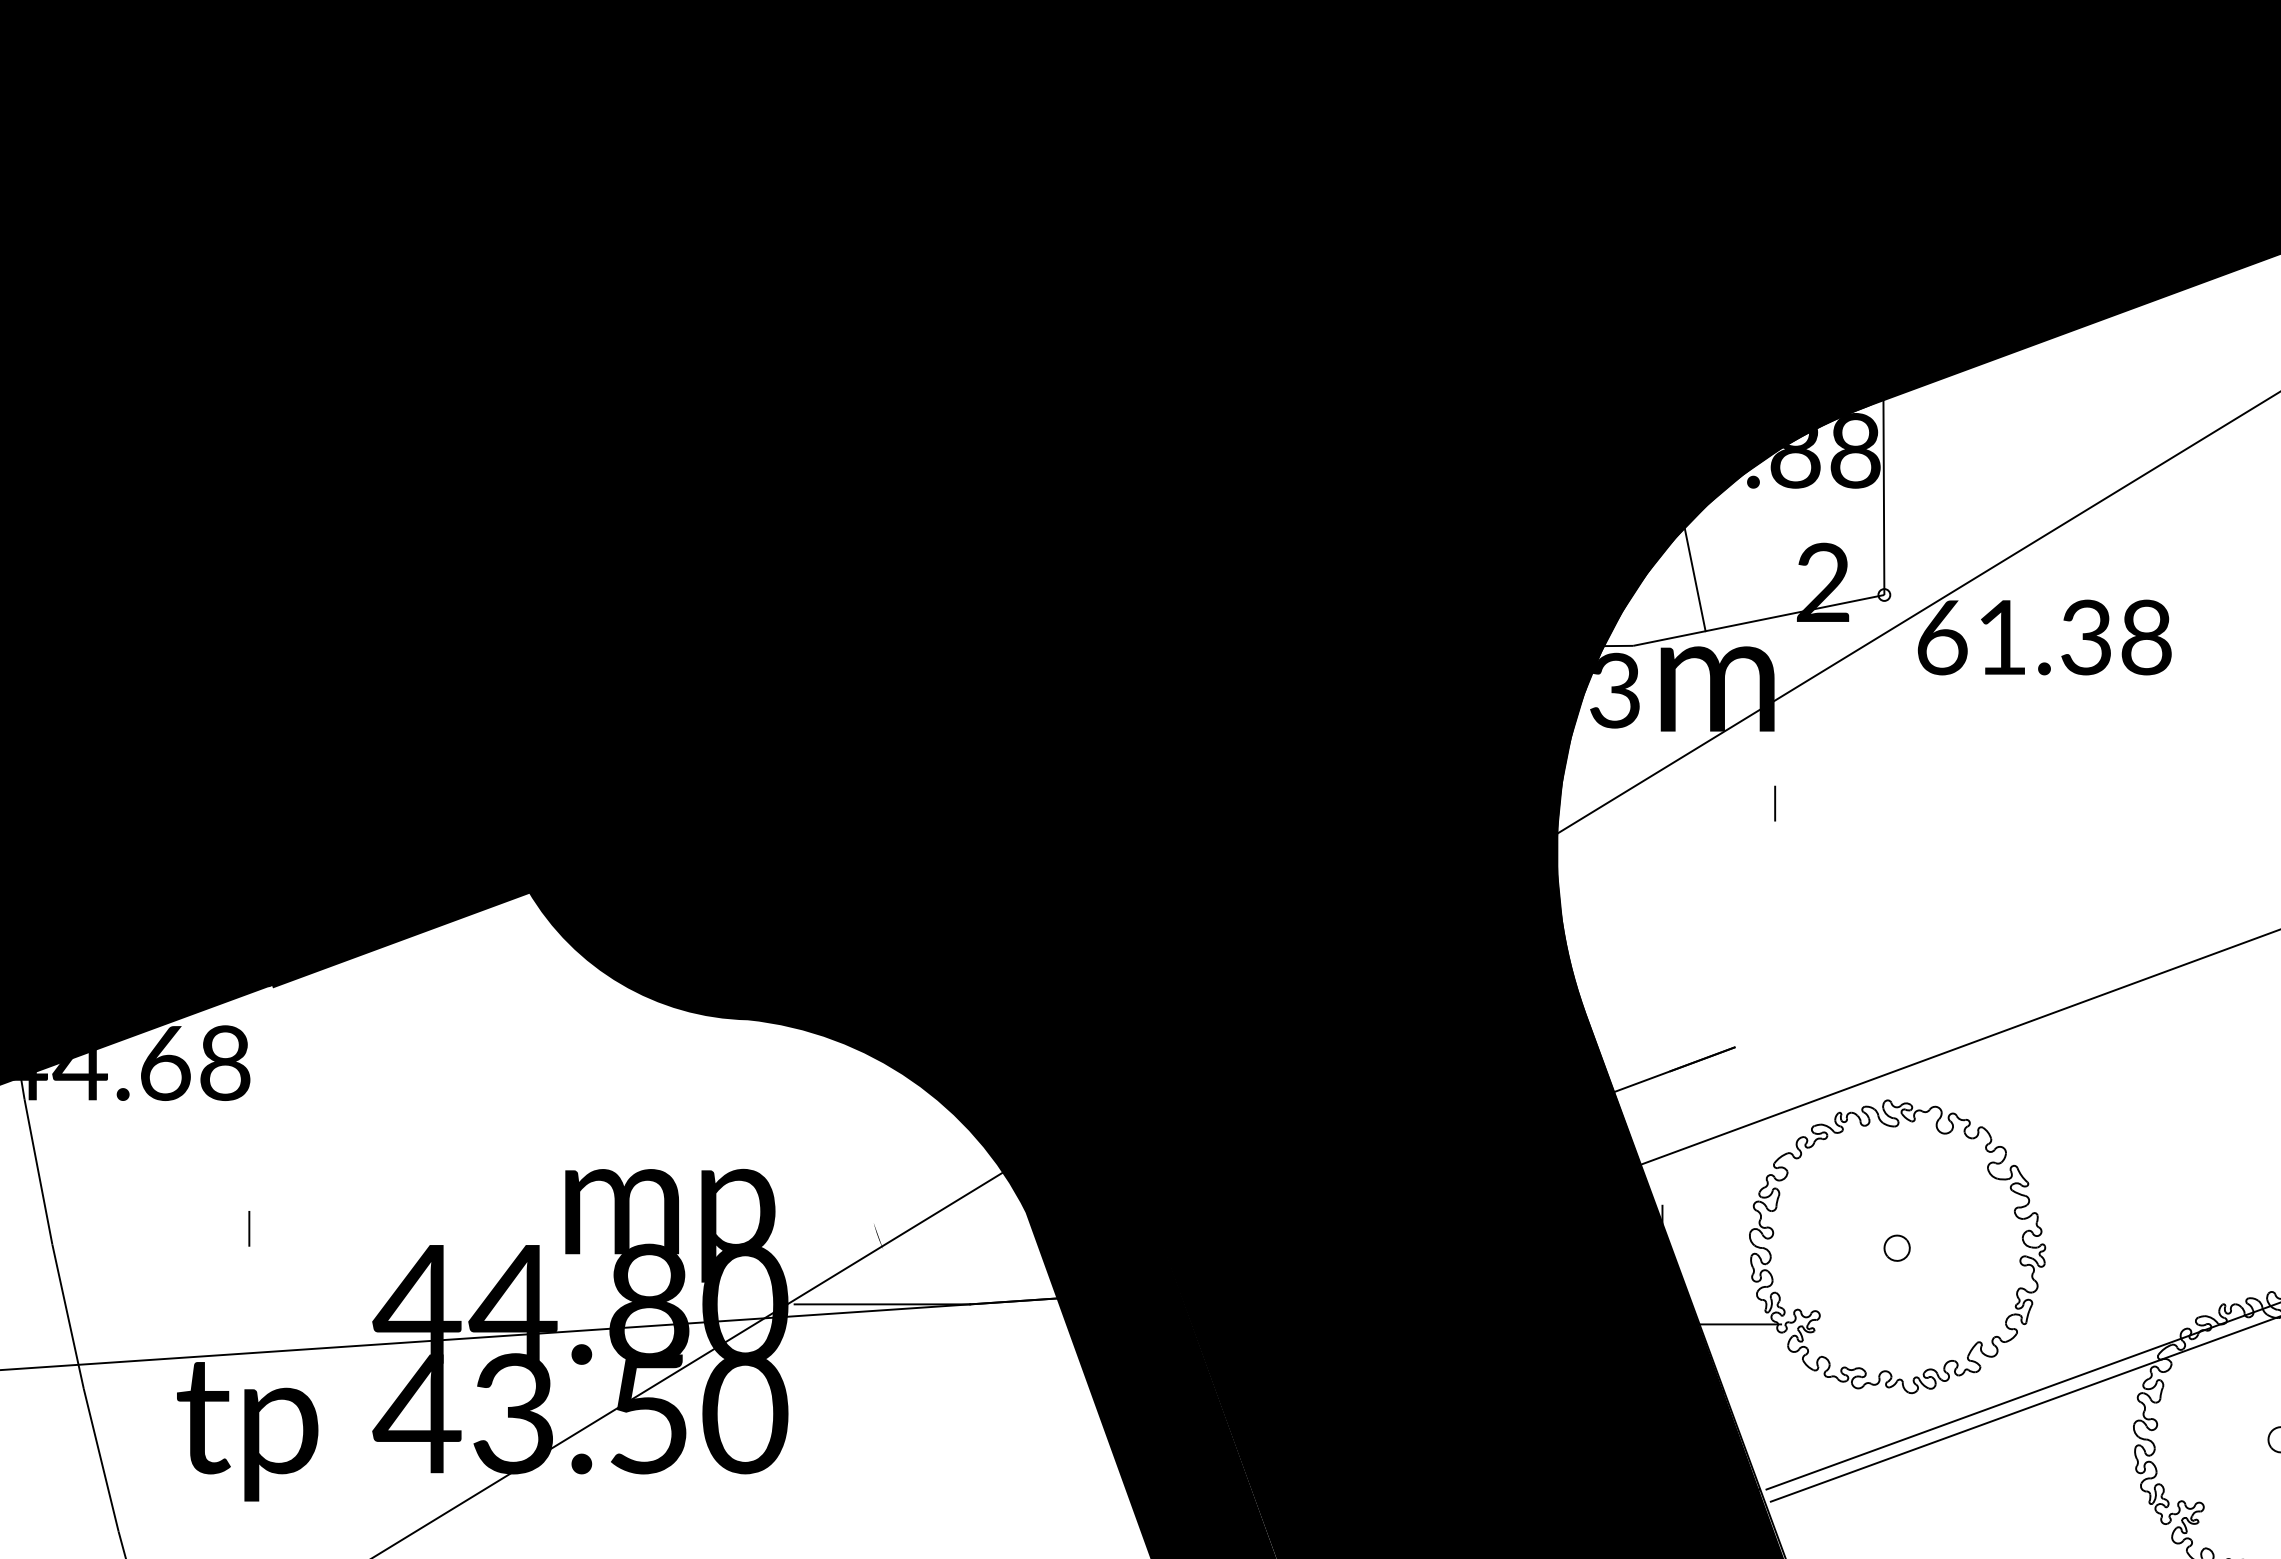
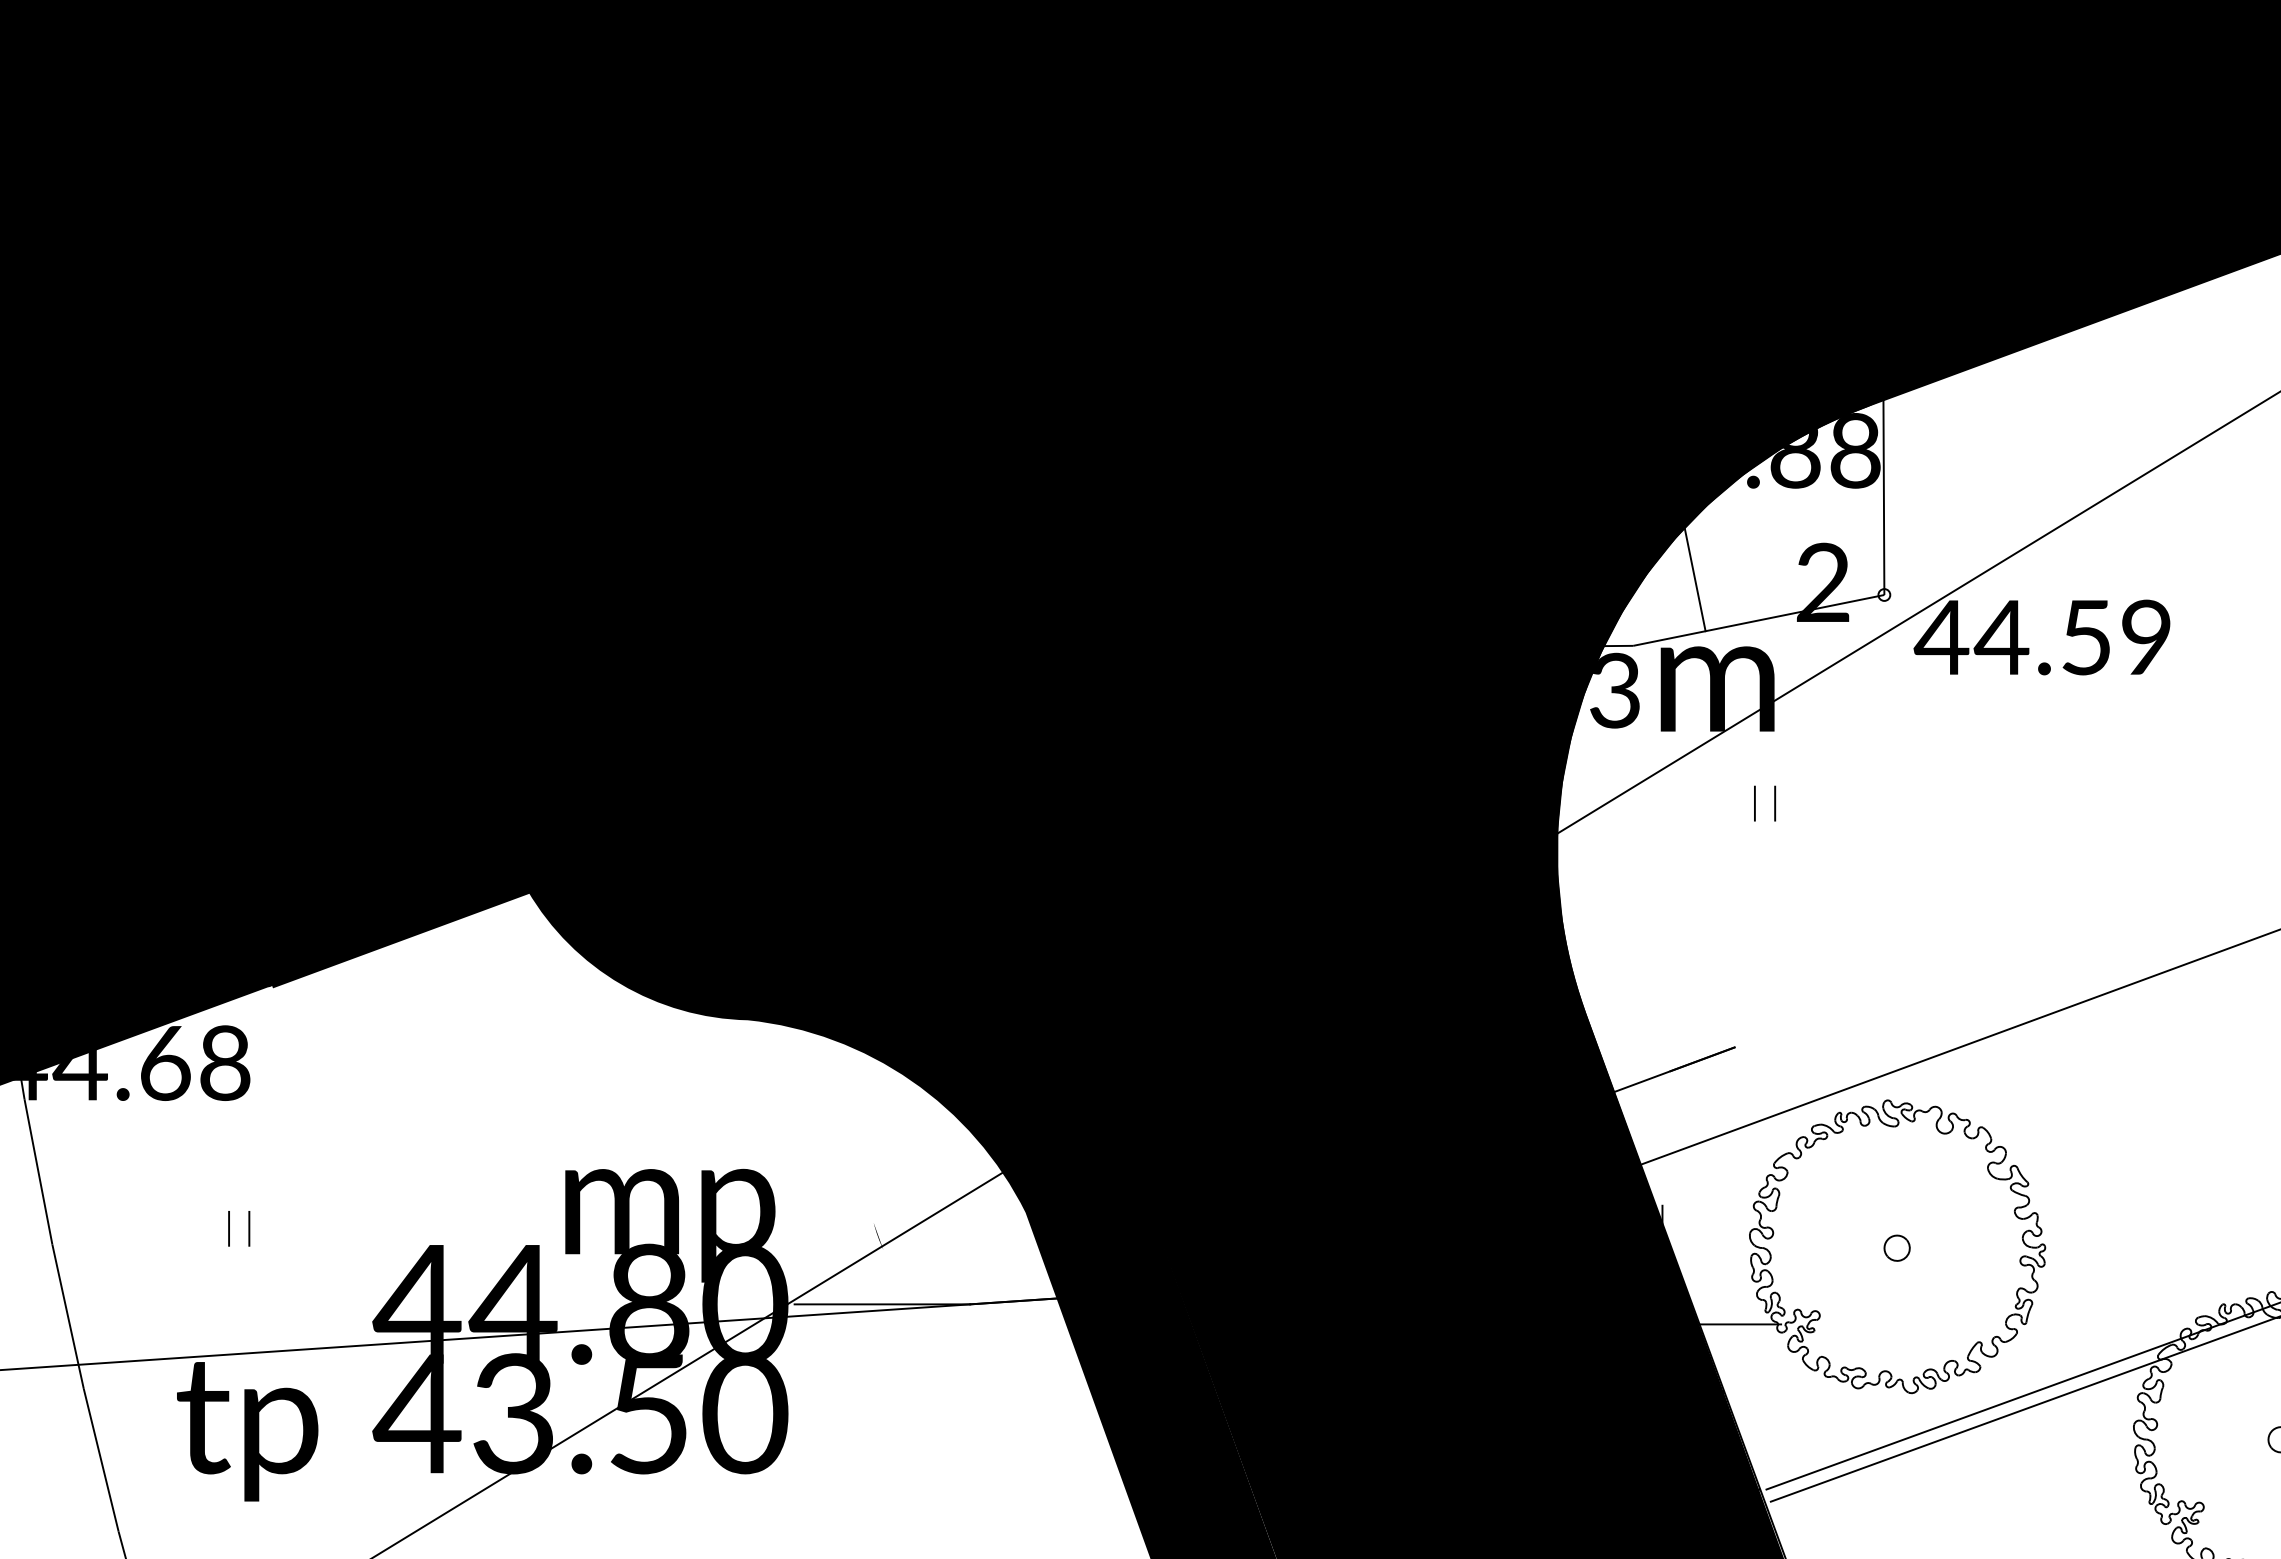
text at (2042, 637): 61.38 -> 44.59
line at (1754, 803): none -> present
line at (229, 1228): none -> present
